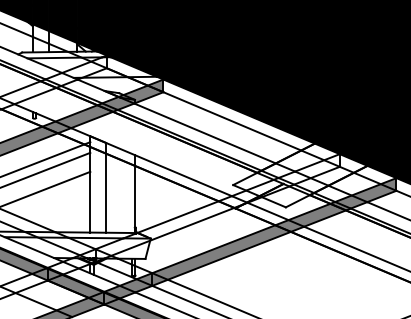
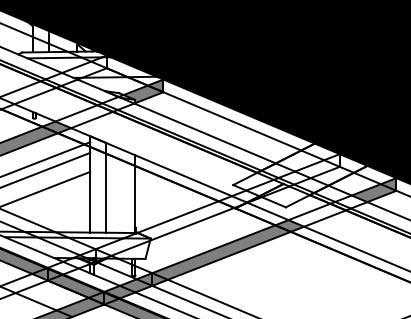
fill at (94, 111): present -> none
fill at (327, 210): present -> none
